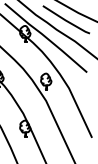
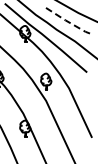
line at (66, 20): solid -> dashed
